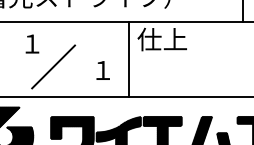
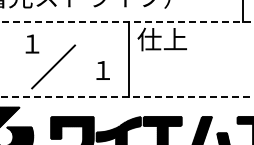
line at (127, 21): solid -> dashed
line at (127, 97): solid -> dashed
